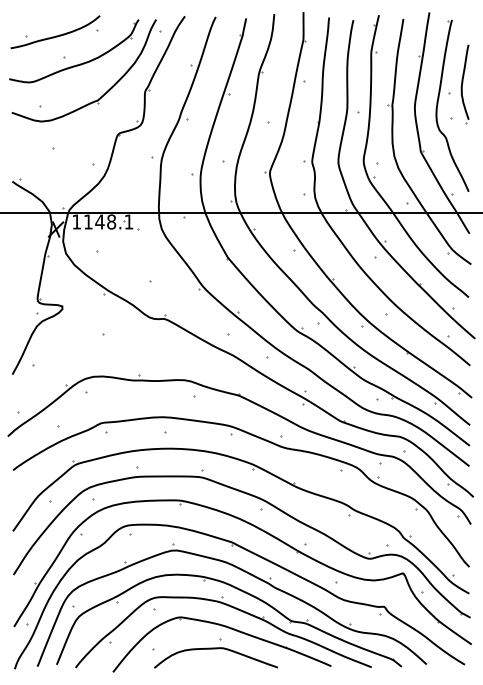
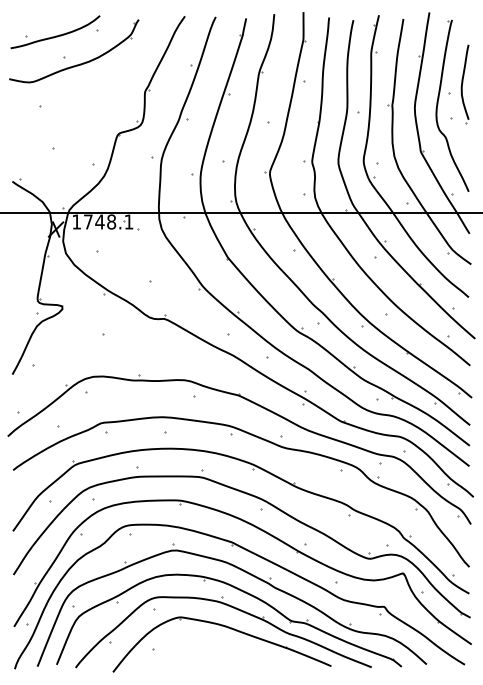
part at (107, 90): present -> none
text at (88, 221): 1148.1 -> 1748.1
part at (215, 653): present -> none
